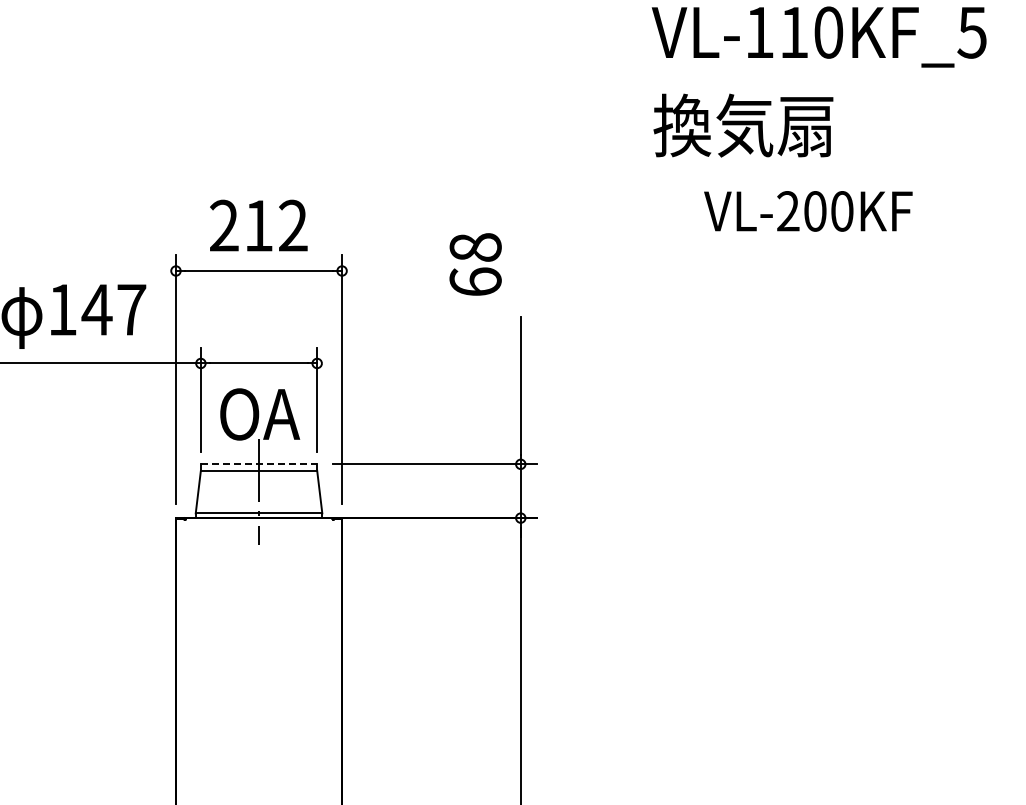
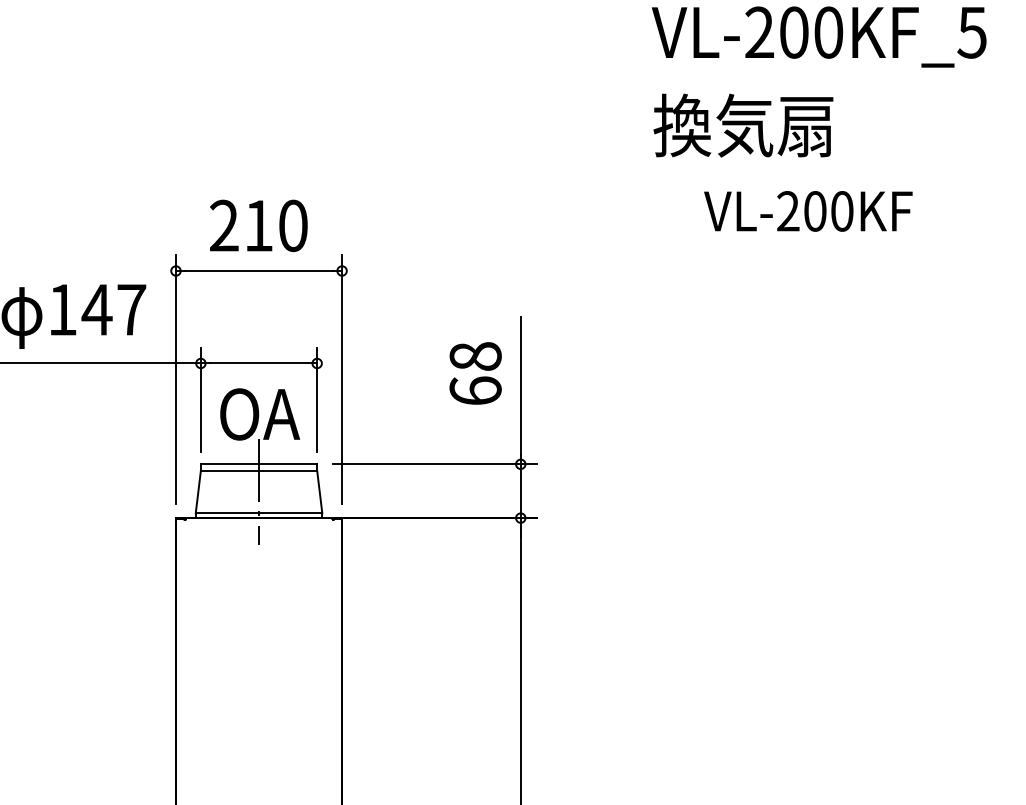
text at (776, 32): VL-110KF_5 -> VL-200KF_5
text at (293, 225): 212 -> 210
text at (475, 264) position: (475, 264) -> (475, 373)
line at (259, 464): dashed -> solid
